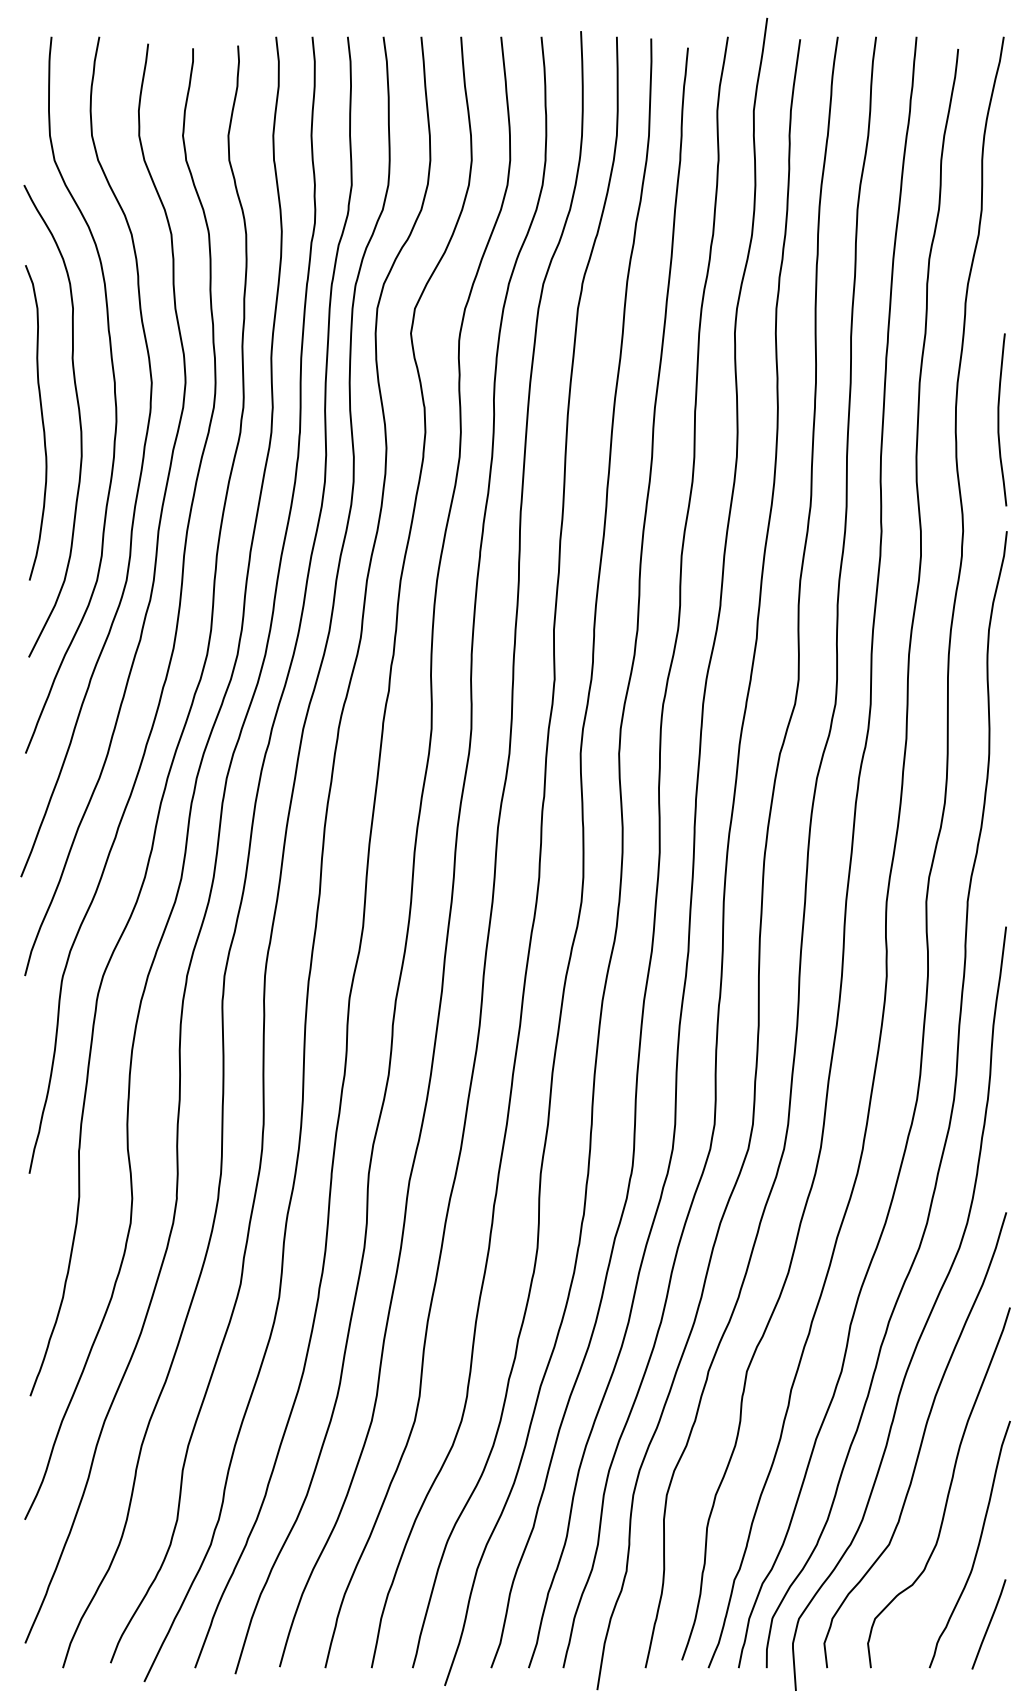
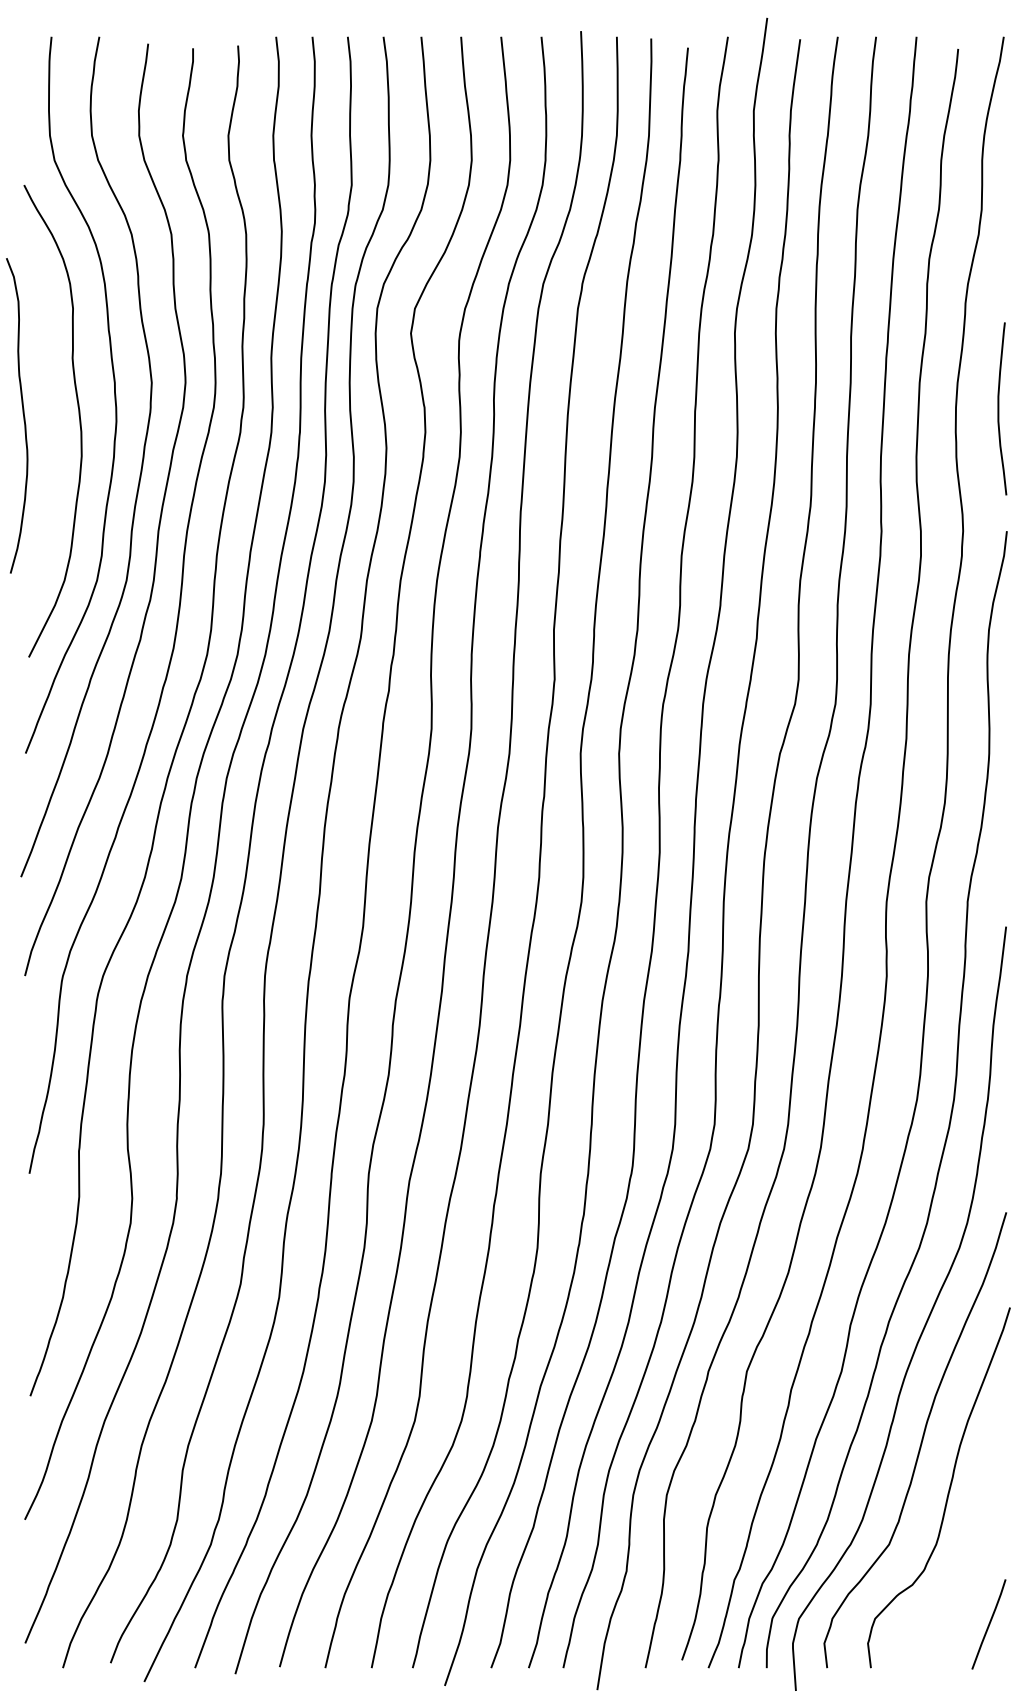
curve at (999, 419) position: (999, 419) -> (999, 408)
curve at (41, 420) position: (41, 420) -> (22, 413)
curve at (977, 1545): present -> none
